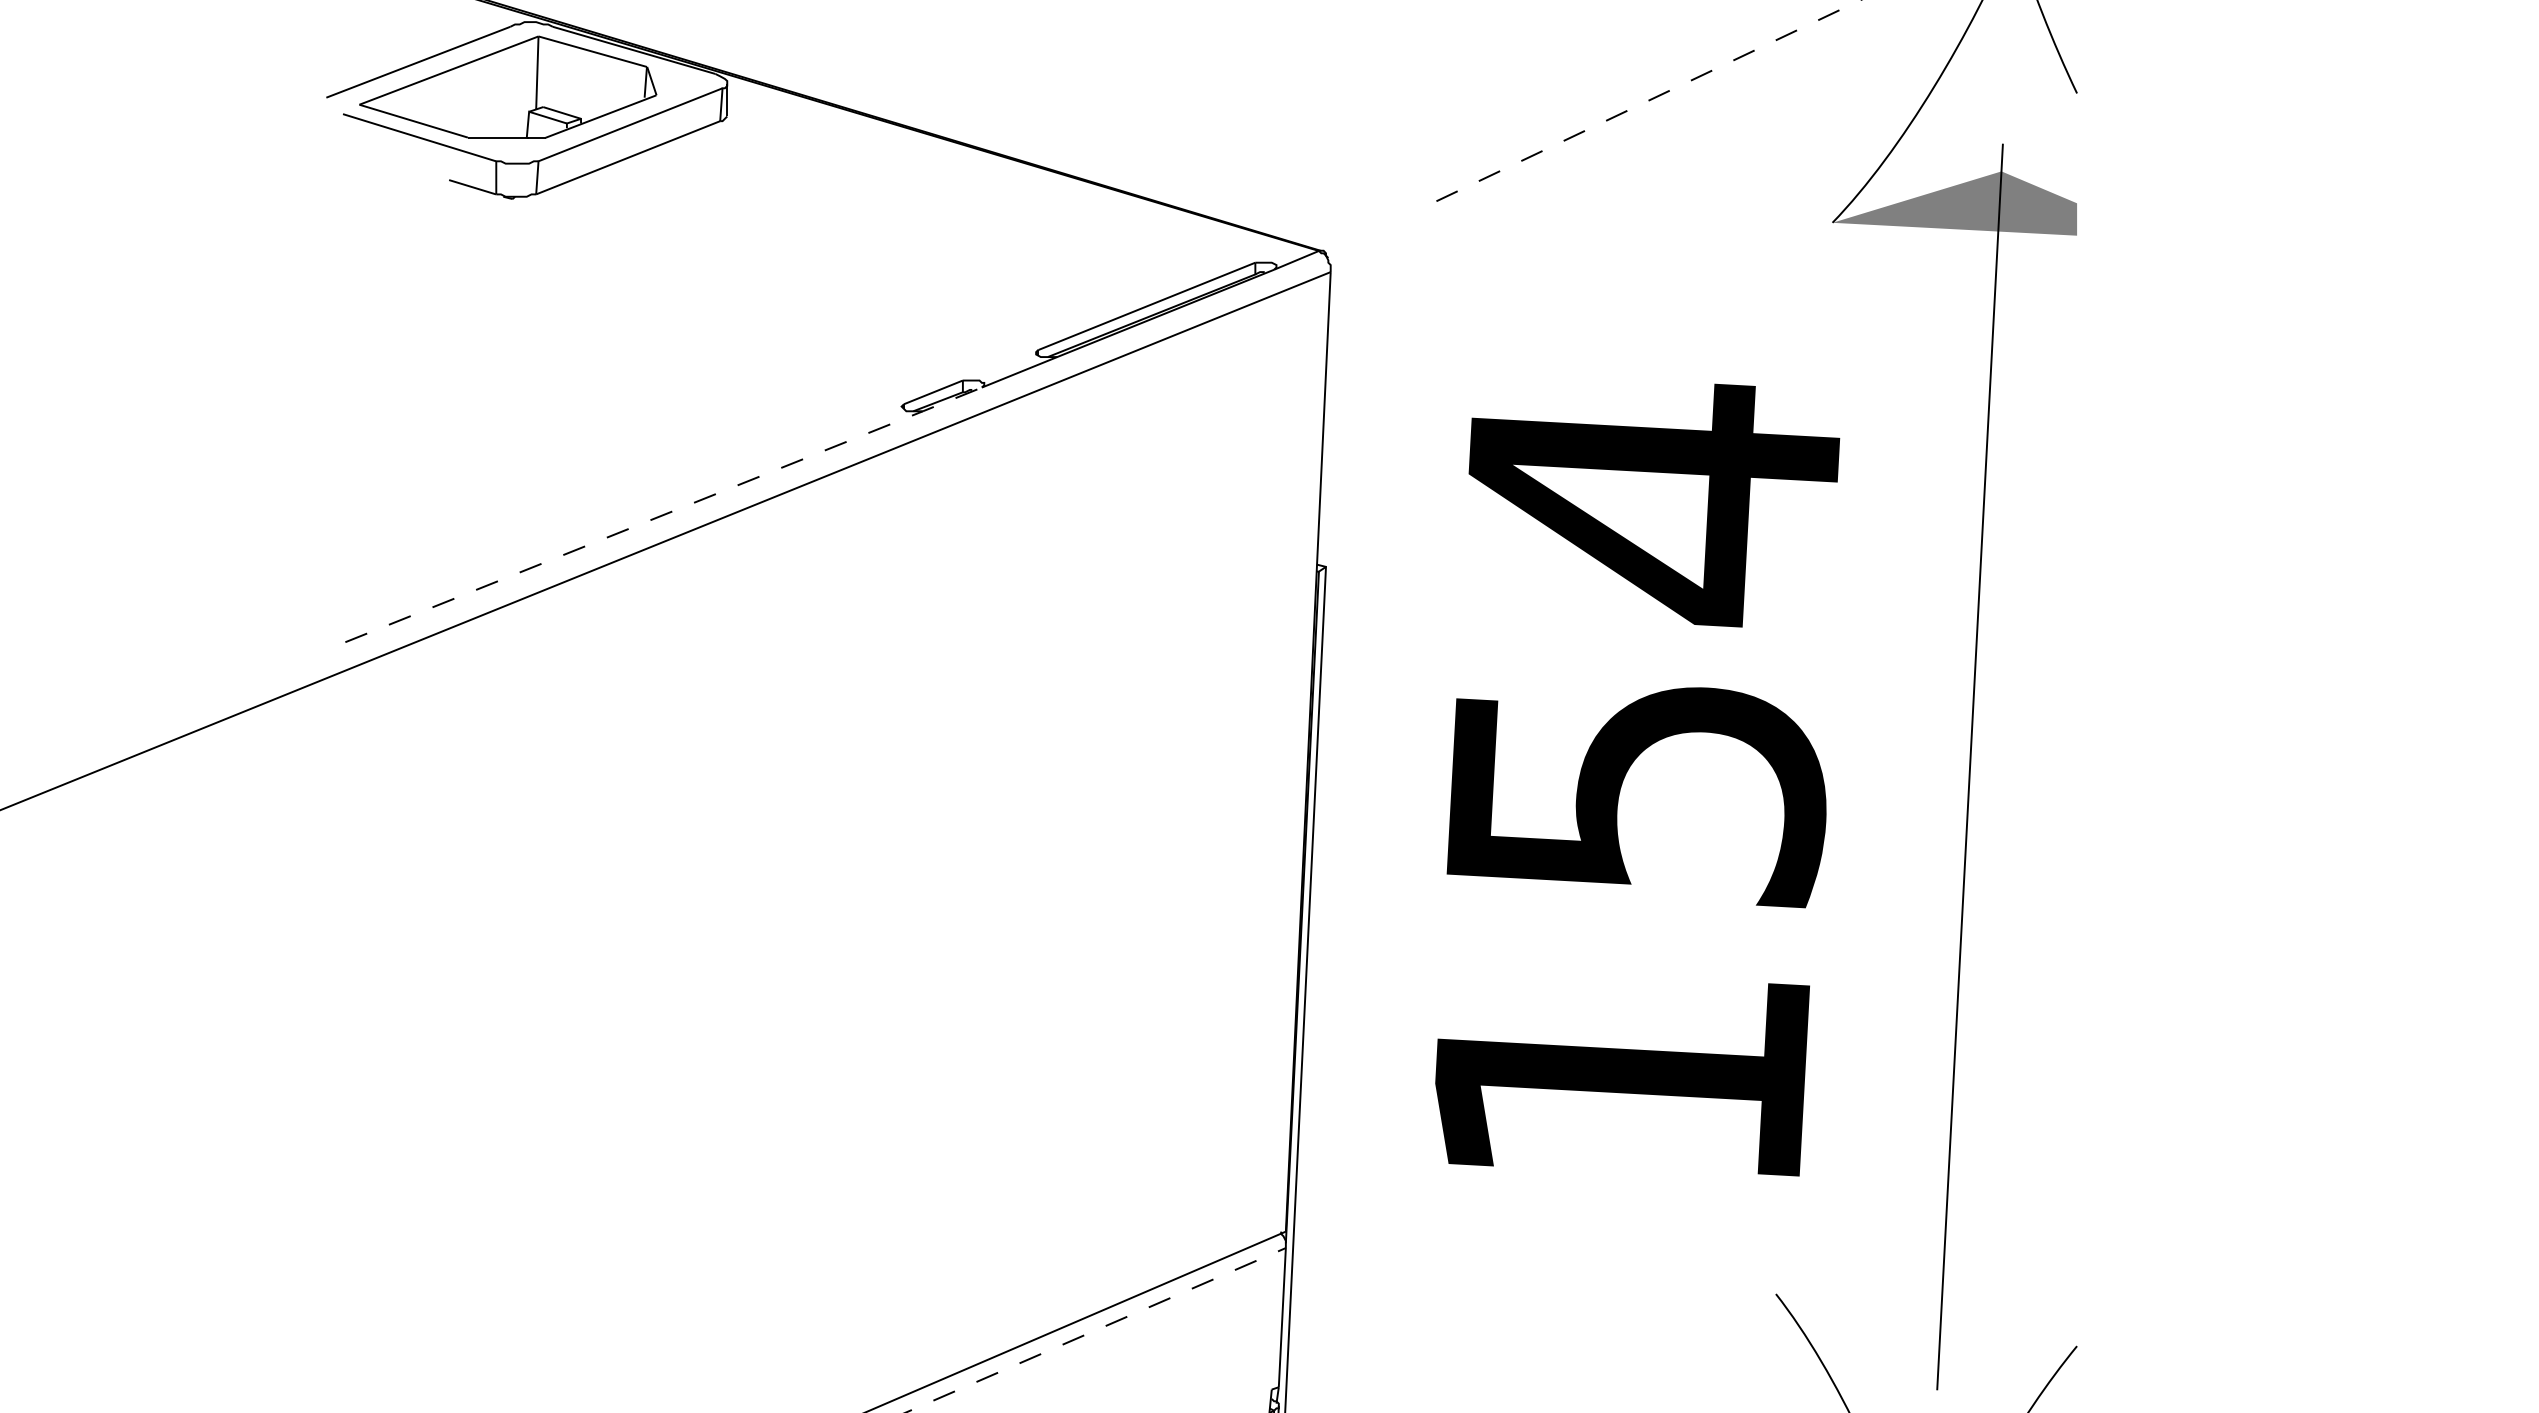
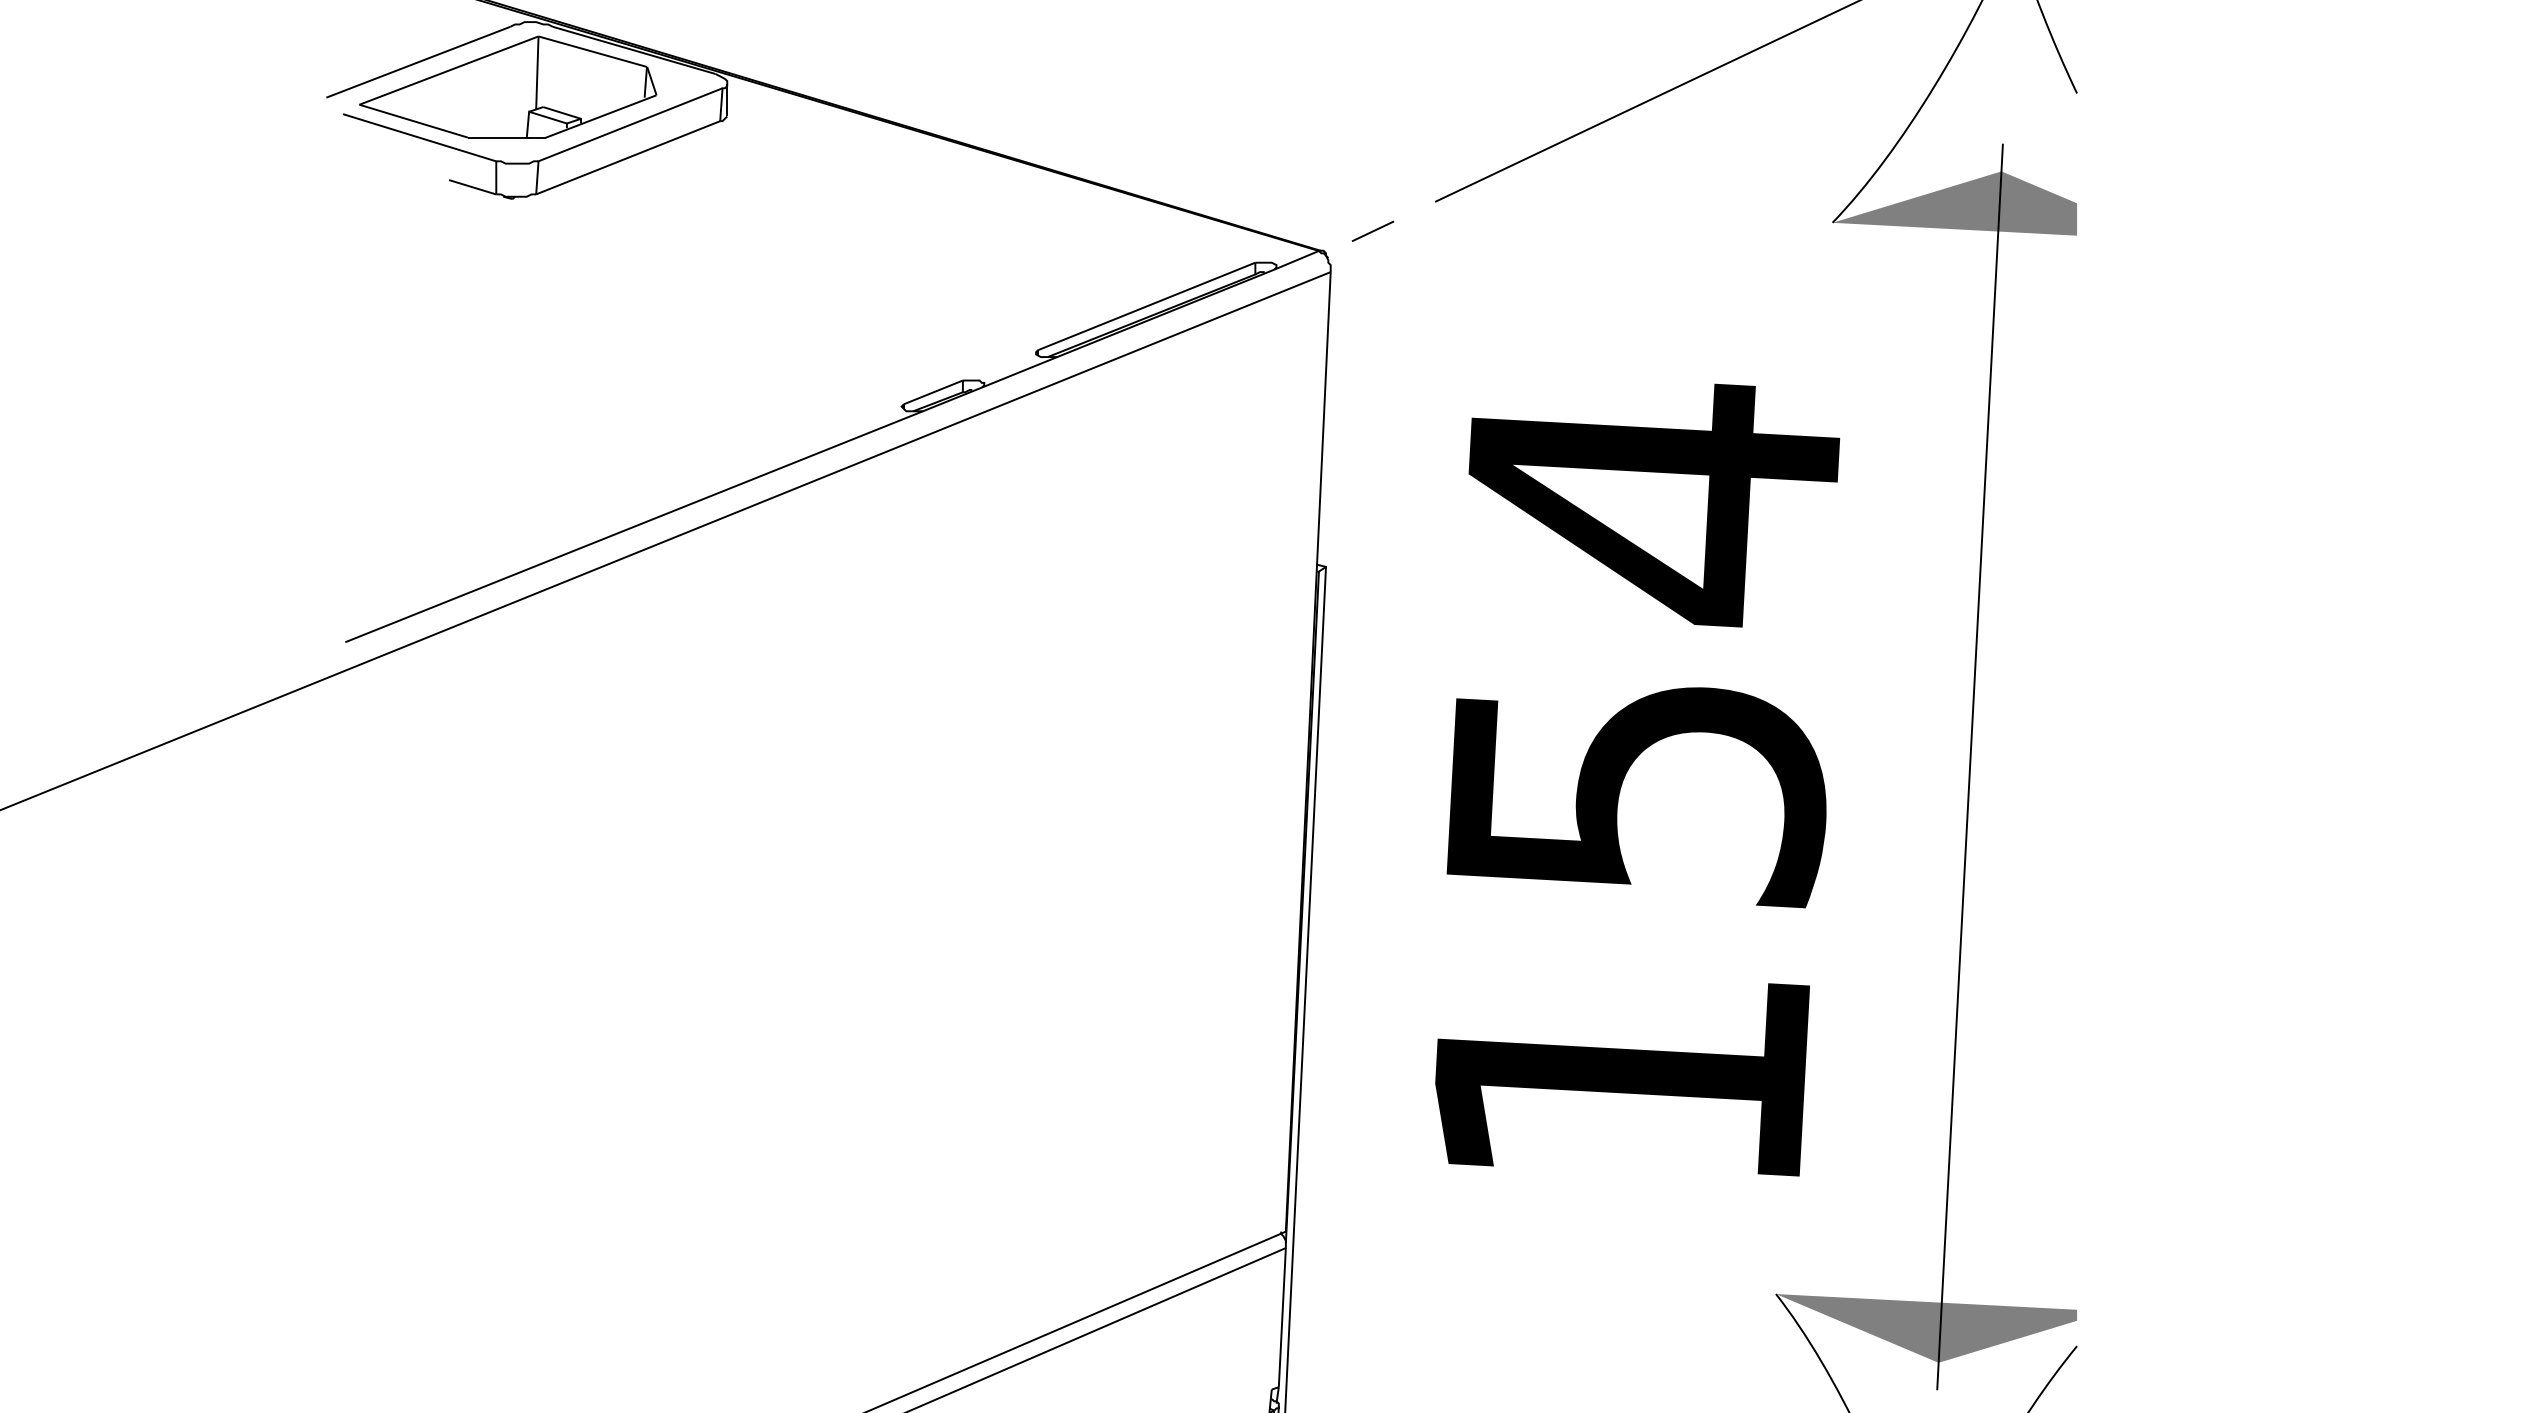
line at (1647, 101): dashed -> solid
line at (1372, 230): none -> present
line at (664, 514): dashed -> solid
fill at (1926, 1328): none -> present
line at (1095, 1330): dashed -> solid
